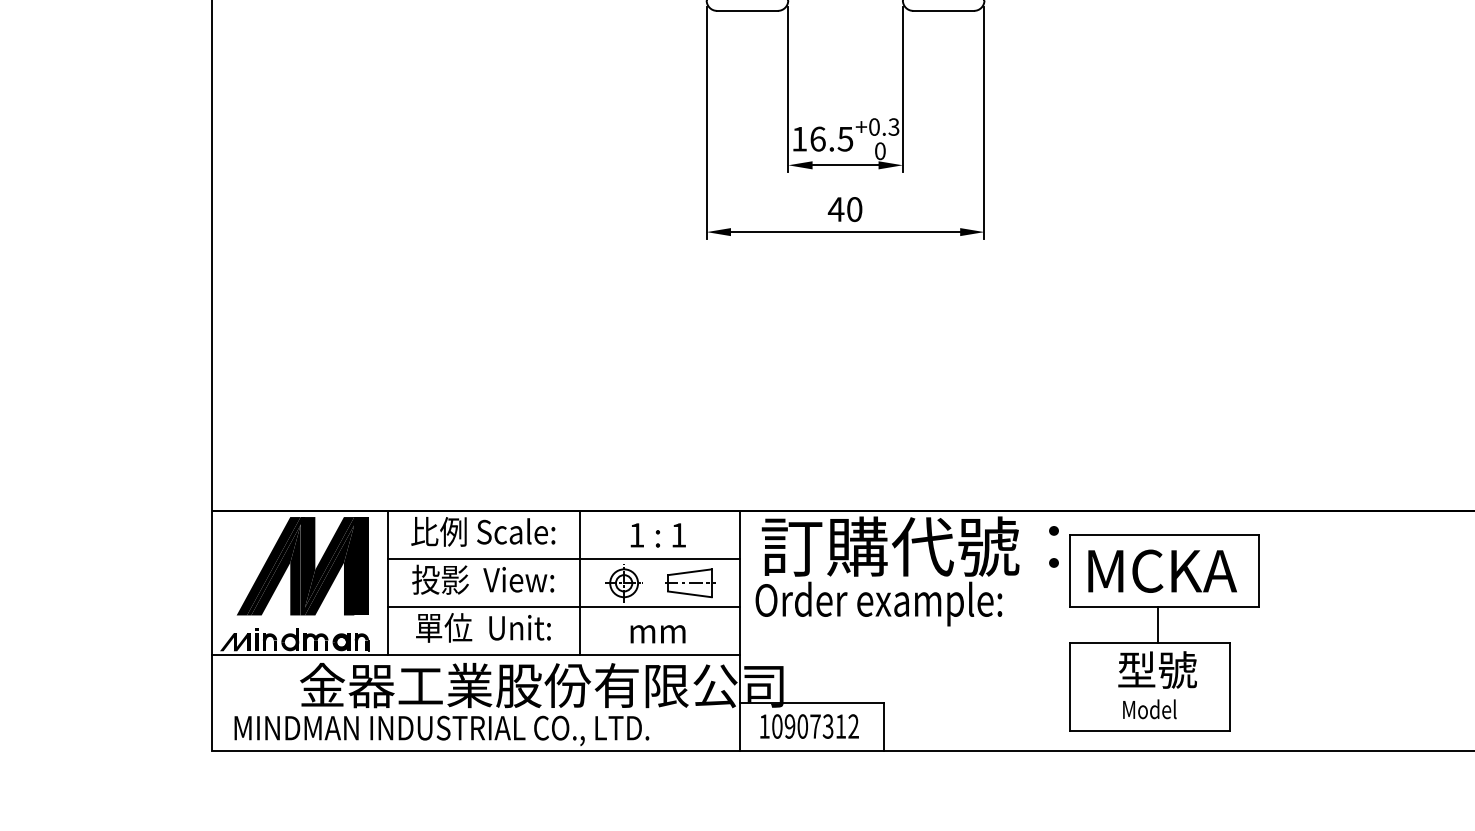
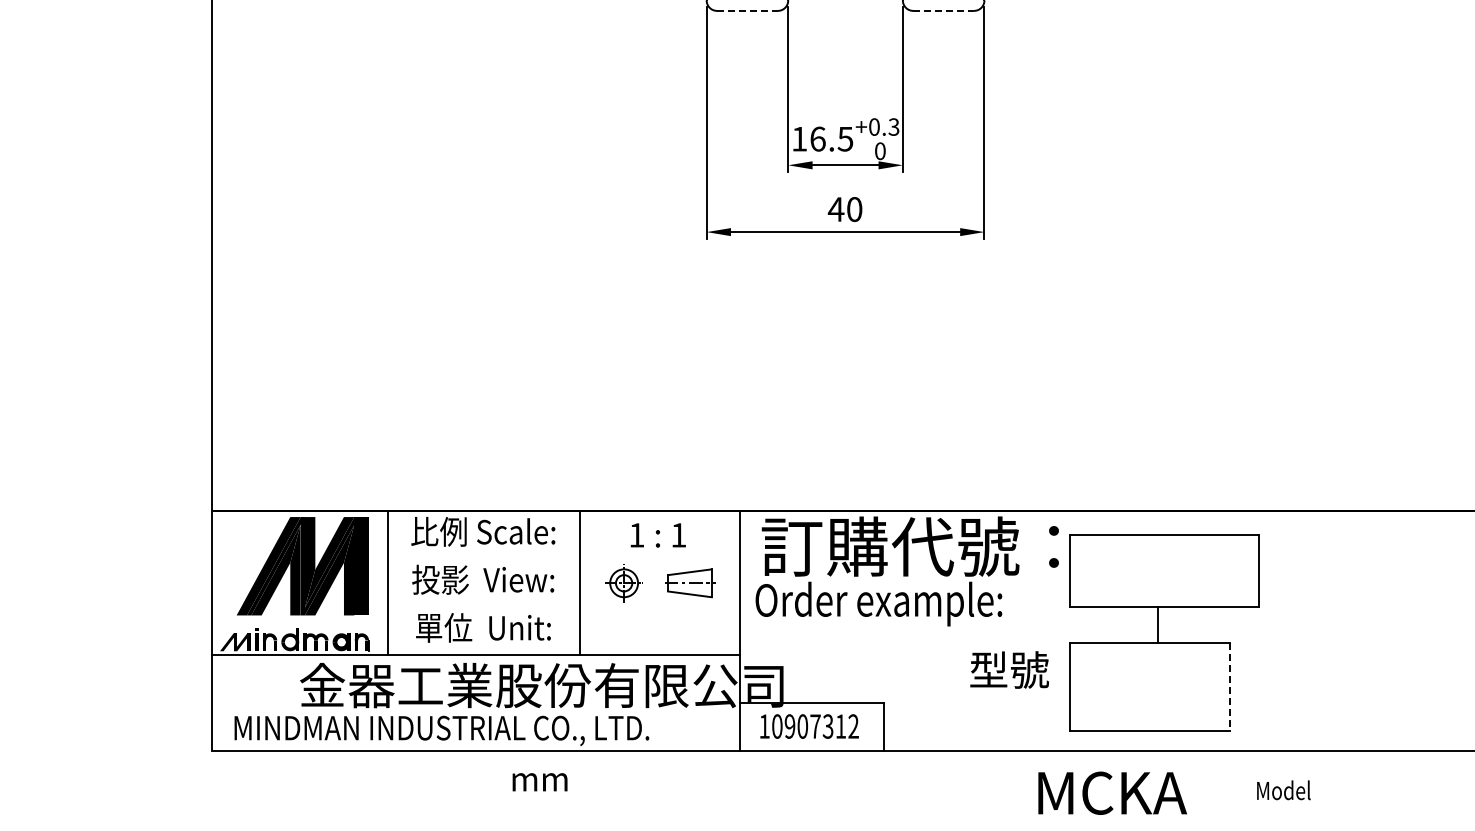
line at (747, 10): solid -> dashed
line at (944, 10): solid -> dashed
line at (563, 559): present -> none
text at (1162, 570) position: (1162, 570) -> (1112, 792)
line at (563, 607): present -> none
text at (657, 634) position: (657, 634) -> (539, 782)
text at (1157, 669) position: (1157, 669) -> (1009, 669)
line at (1229, 687): solid -> dashed
text at (1149, 709) position: (1149, 709) -> (1283, 790)
